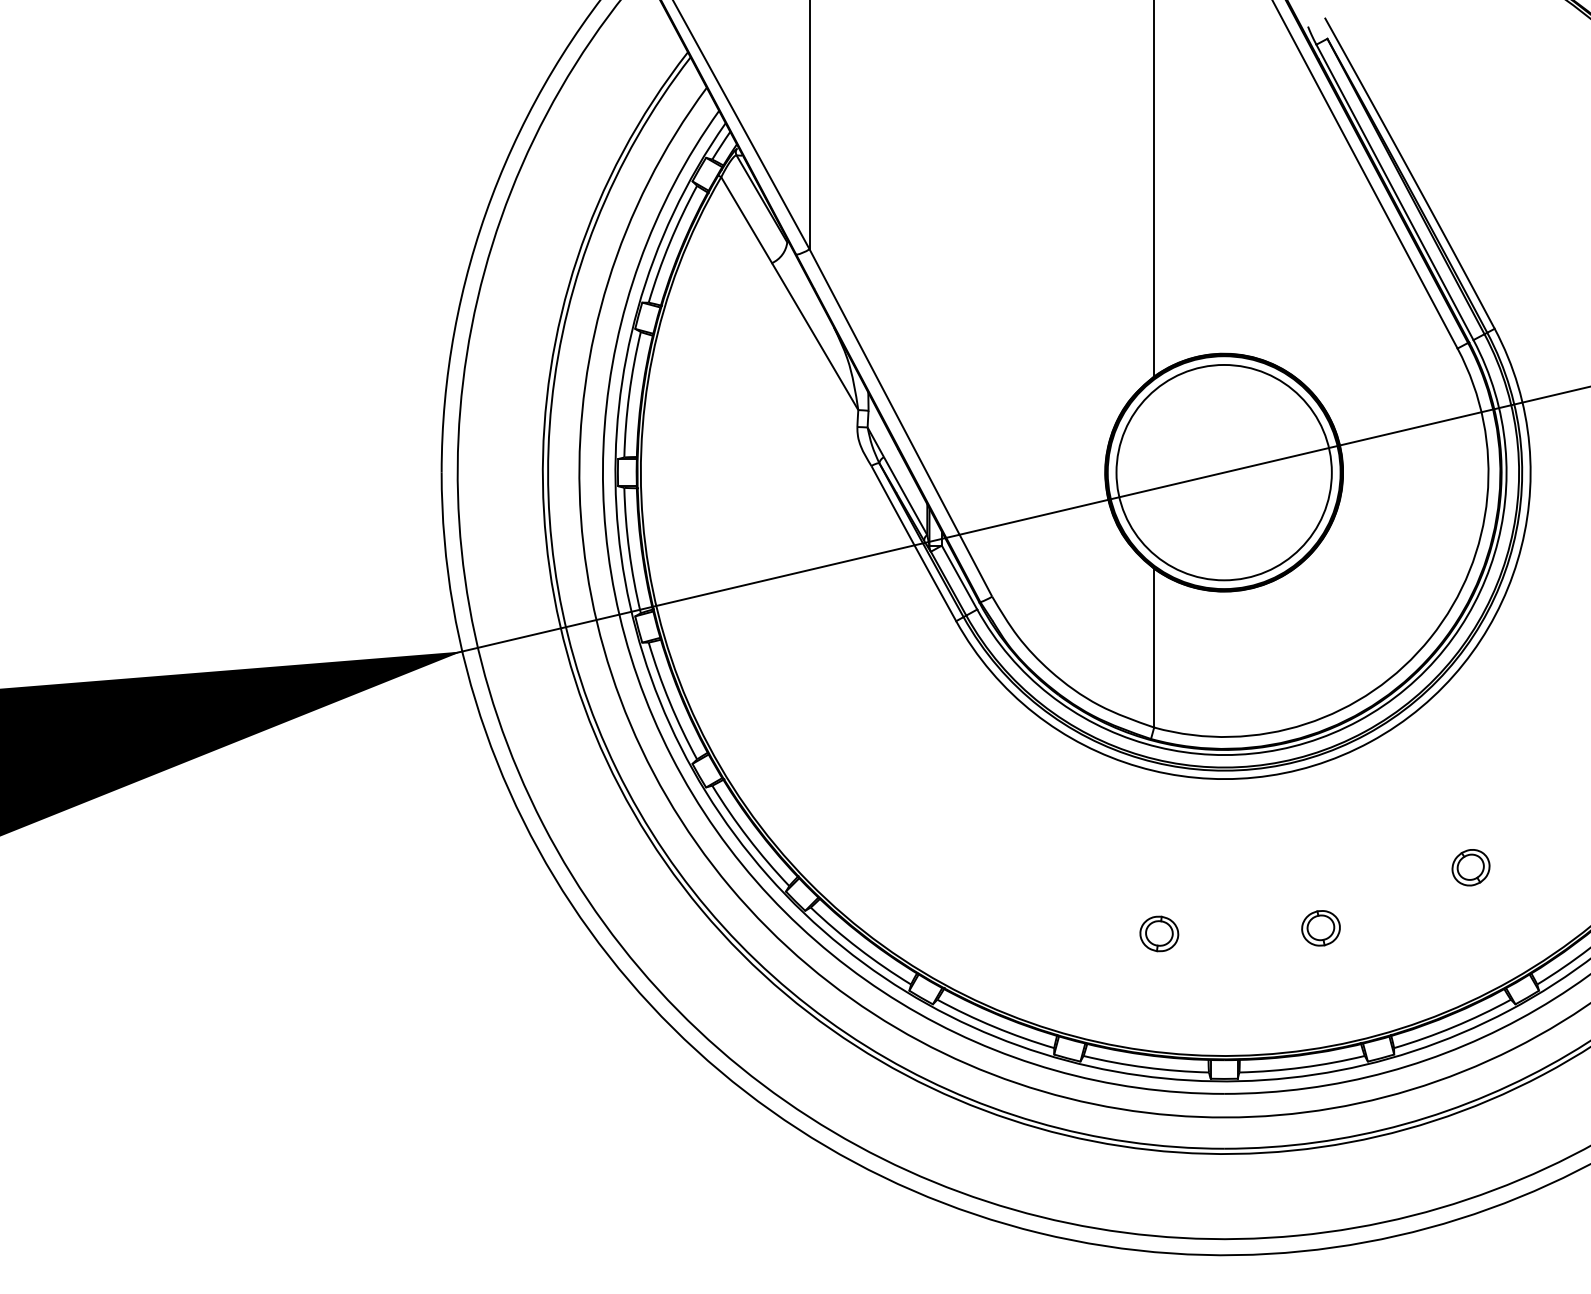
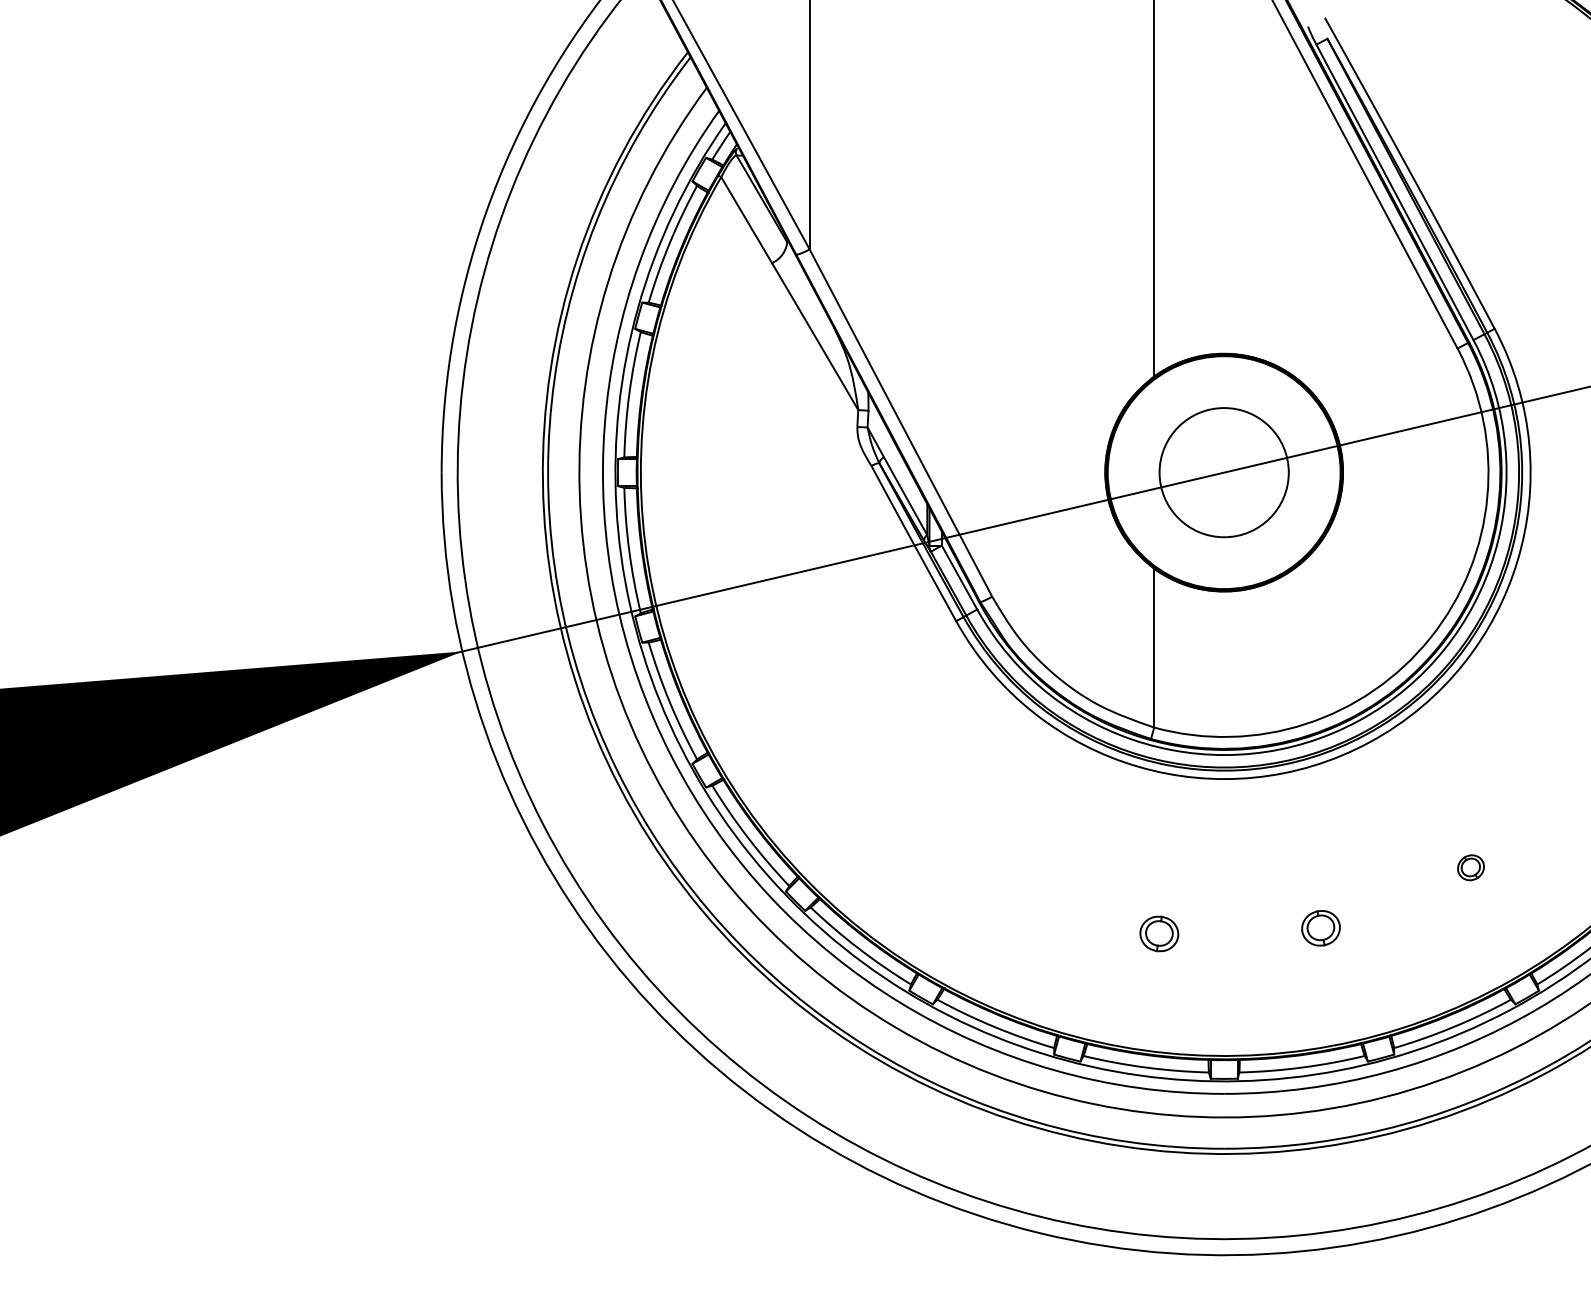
circle at (1223, 472) diameter: 215 px -> 129 px
part at (1470, 867) size: 40x38 px -> 28x28 px
